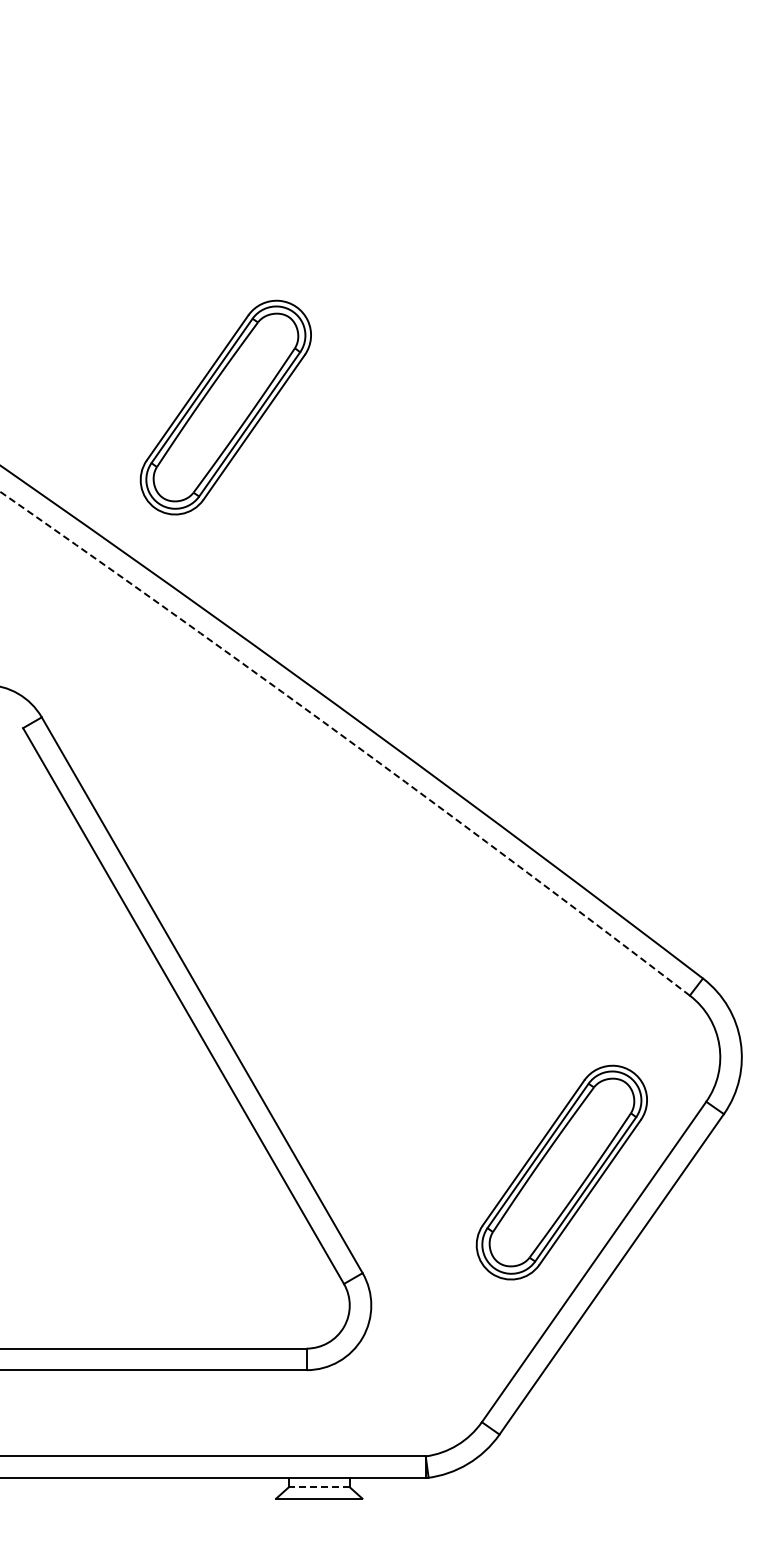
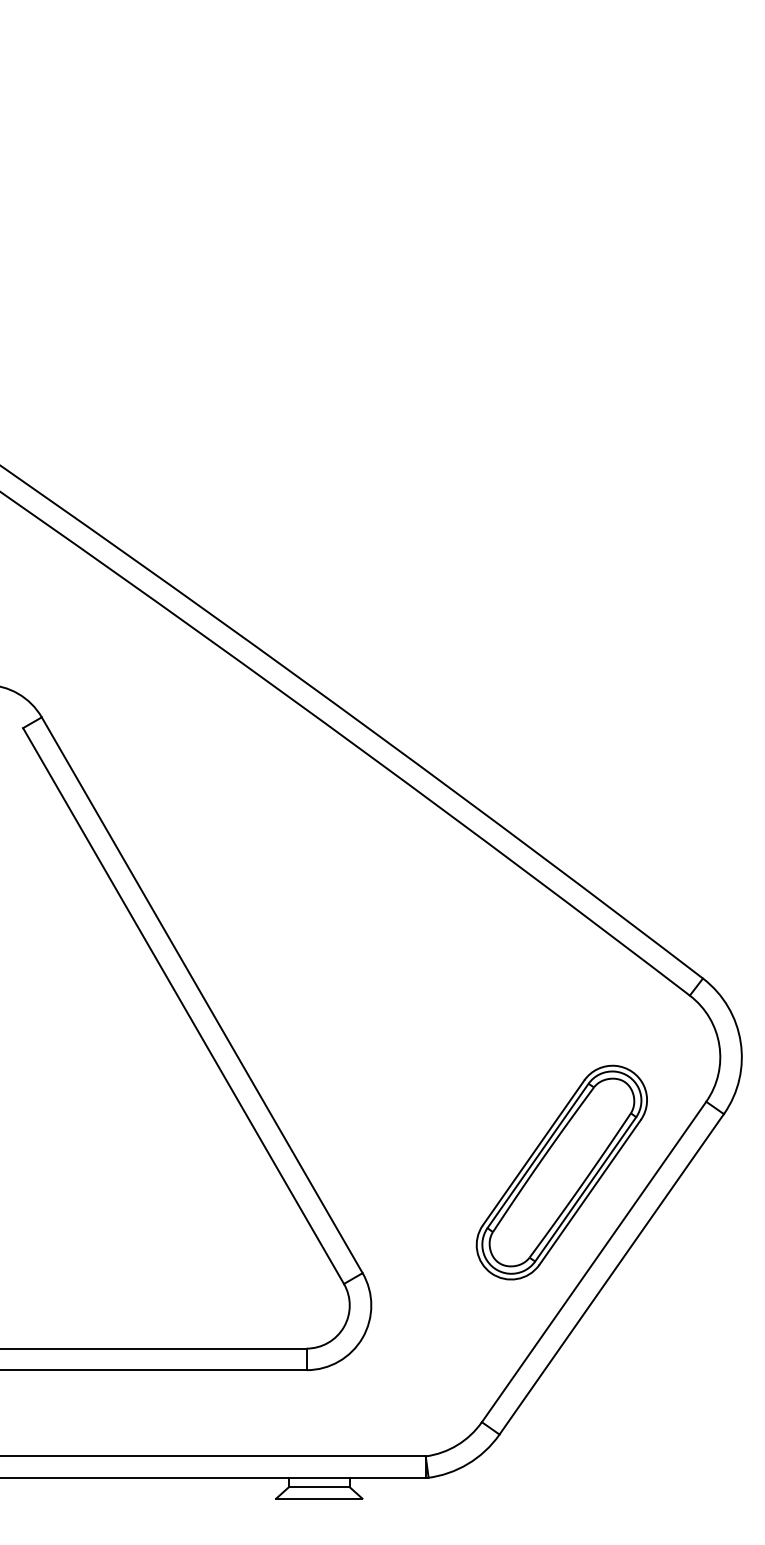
part at (225, 407): present -> none
arc at (347, 739): dashed -> solid
line at (318, 1487): dashed -> solid
